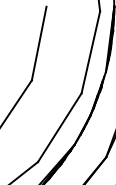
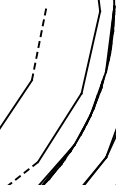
line at (39, 43): solid -> dashed
line at (23, 173): solid -> dashed
